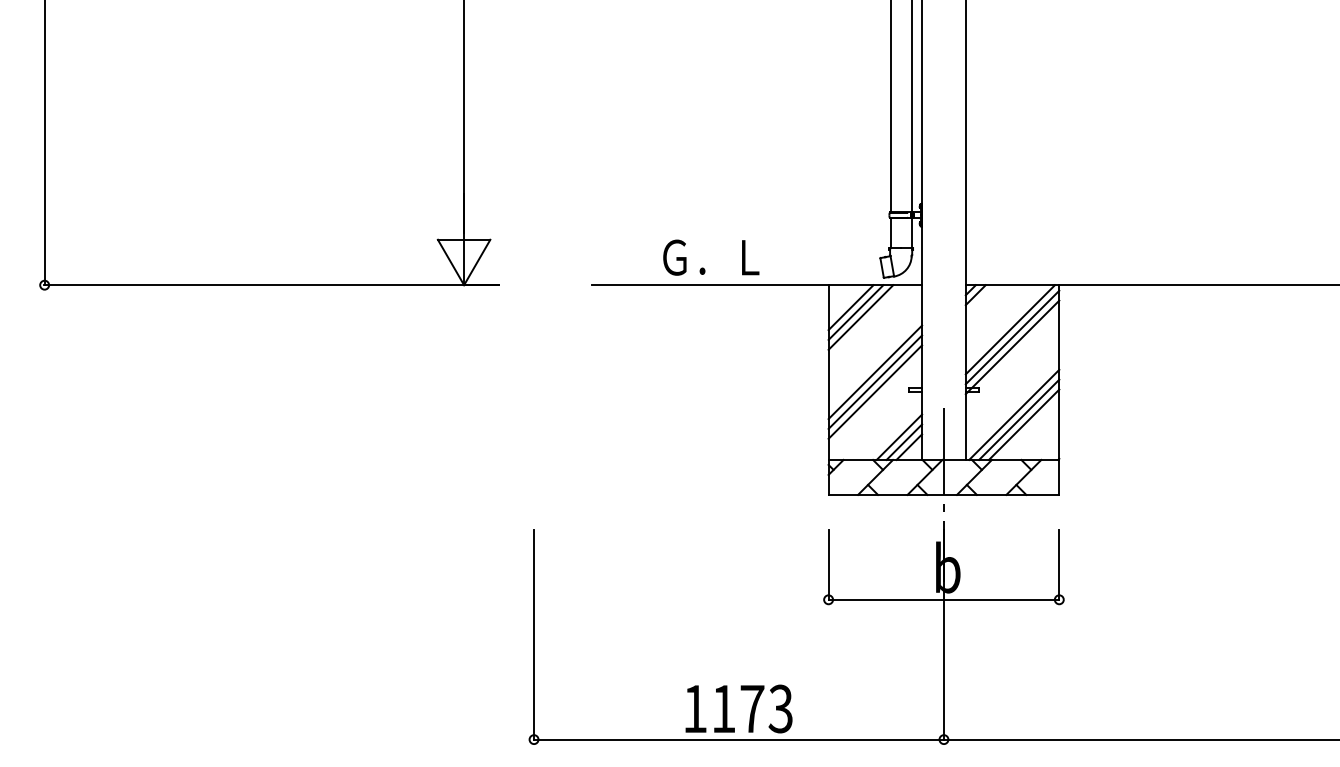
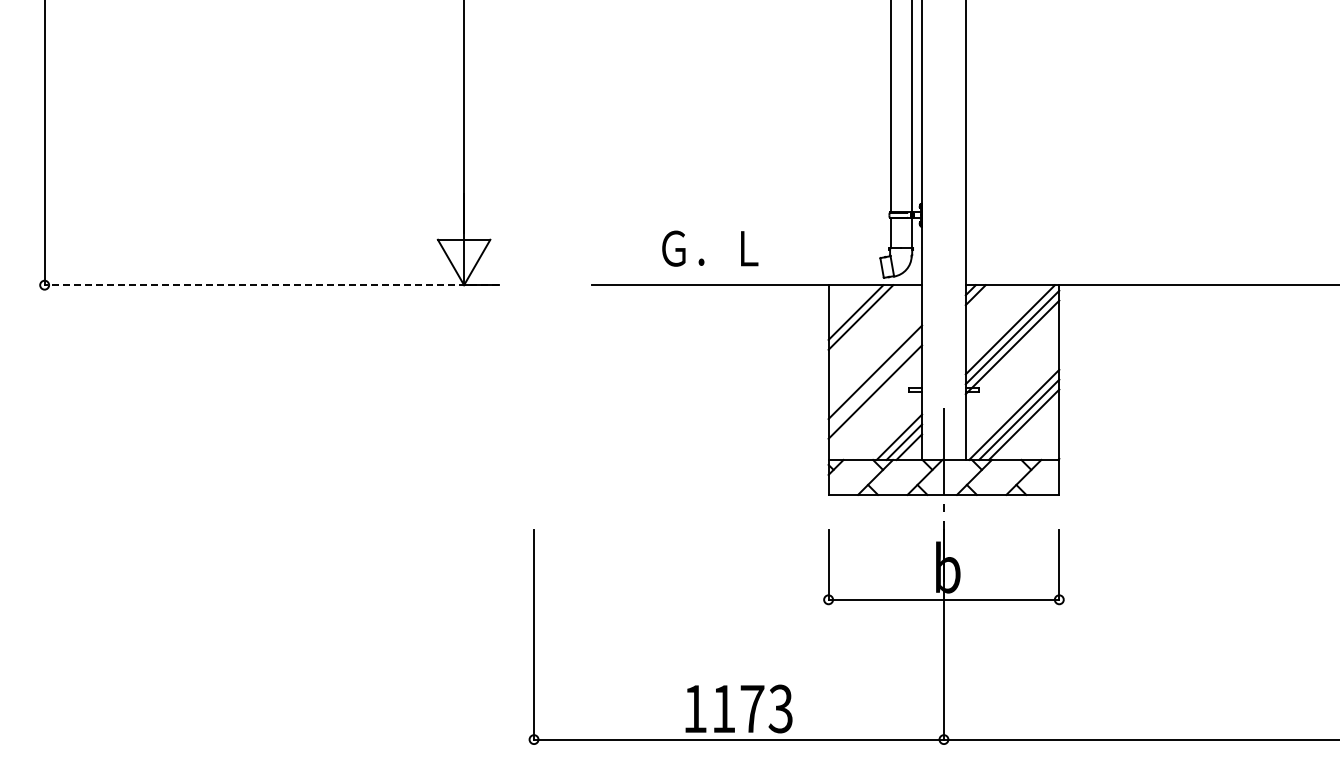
text at (711, 257) position: (711, 257) -> (710, 248)
line at (271, 285): solid -> dashed
line at (850, 307): present -> none
line at (875, 381): present -> none
